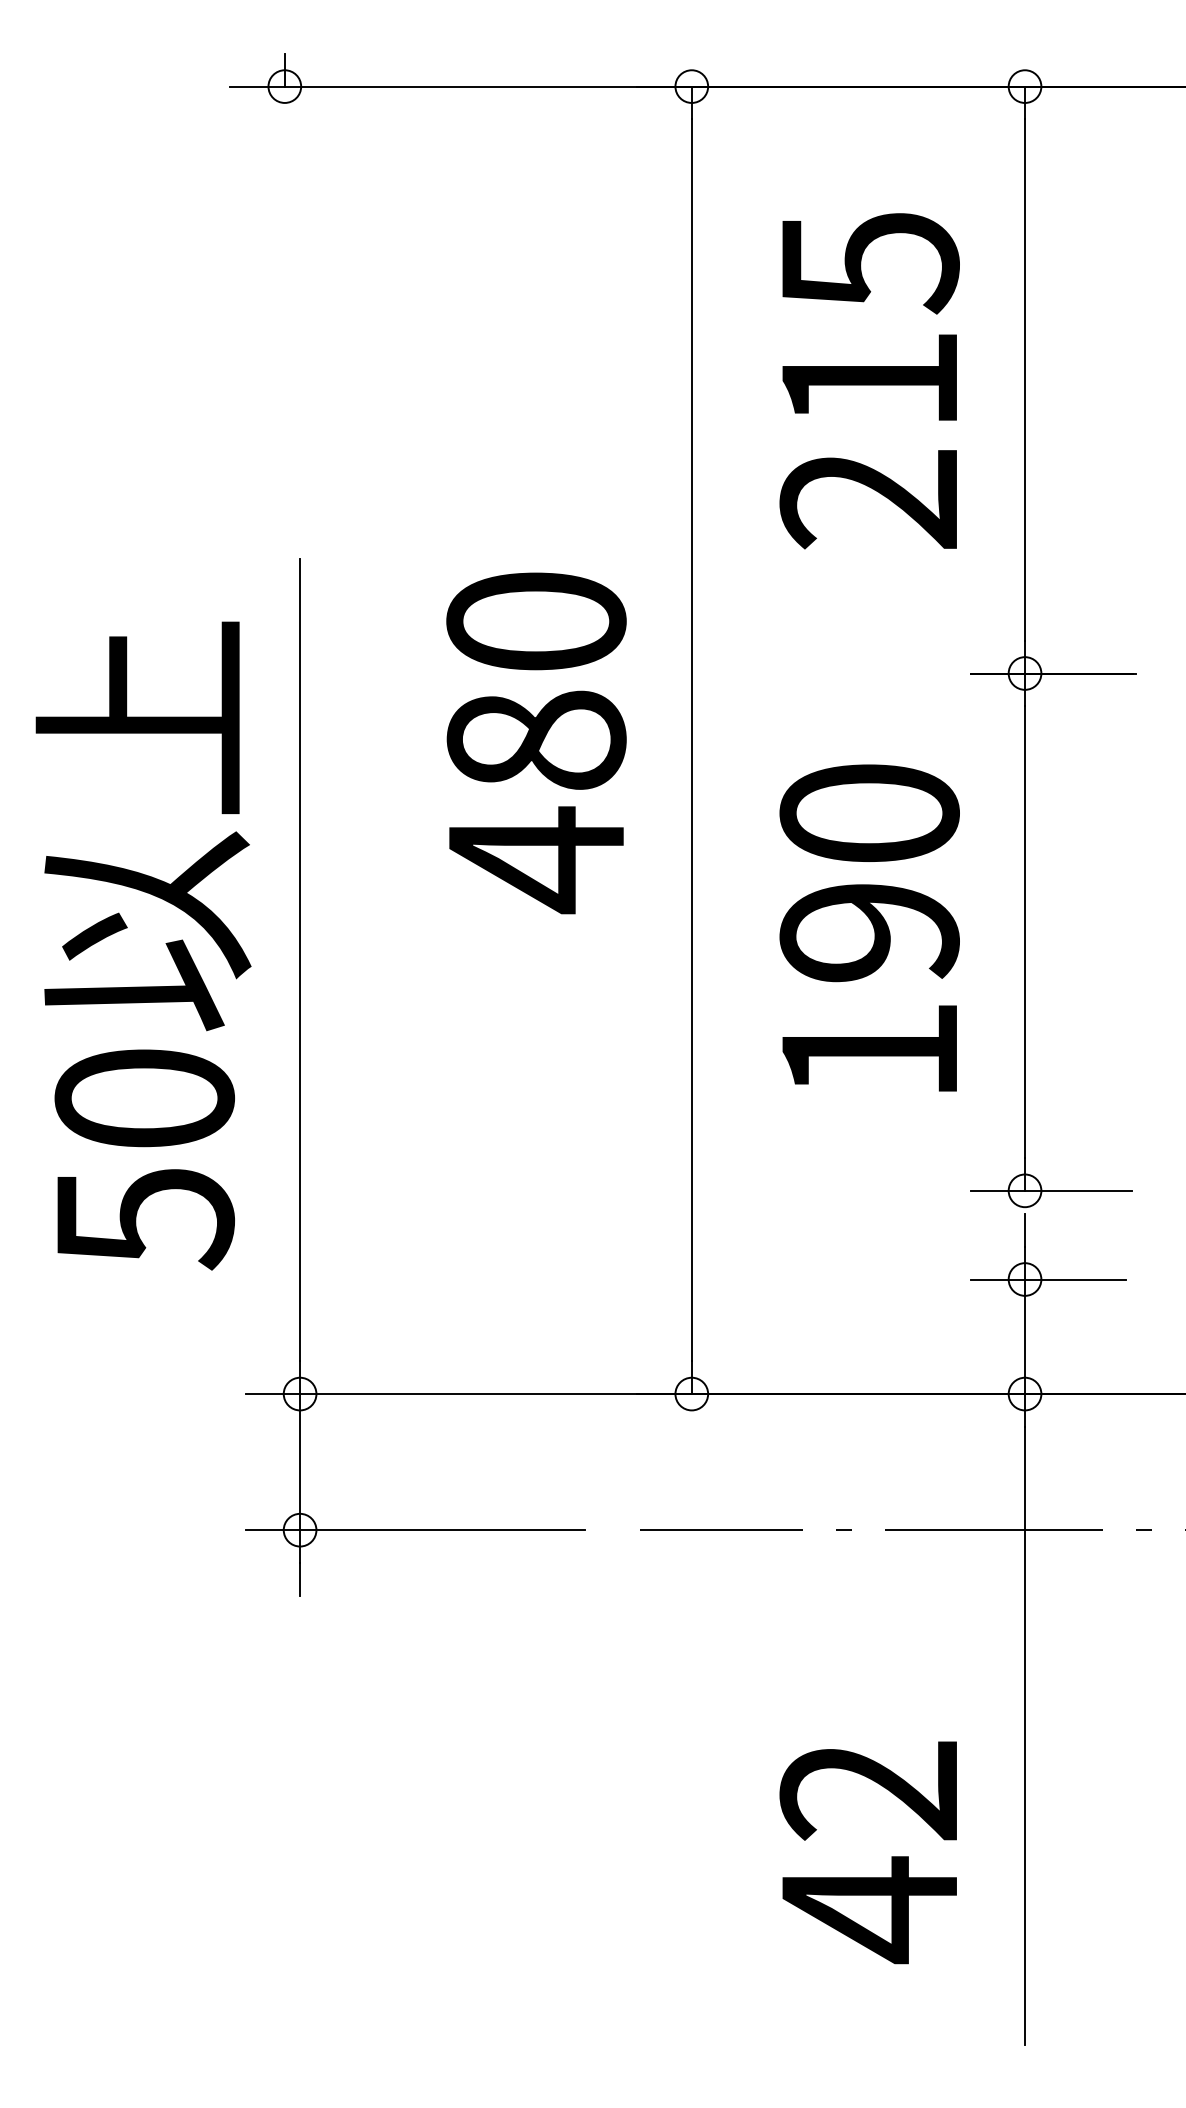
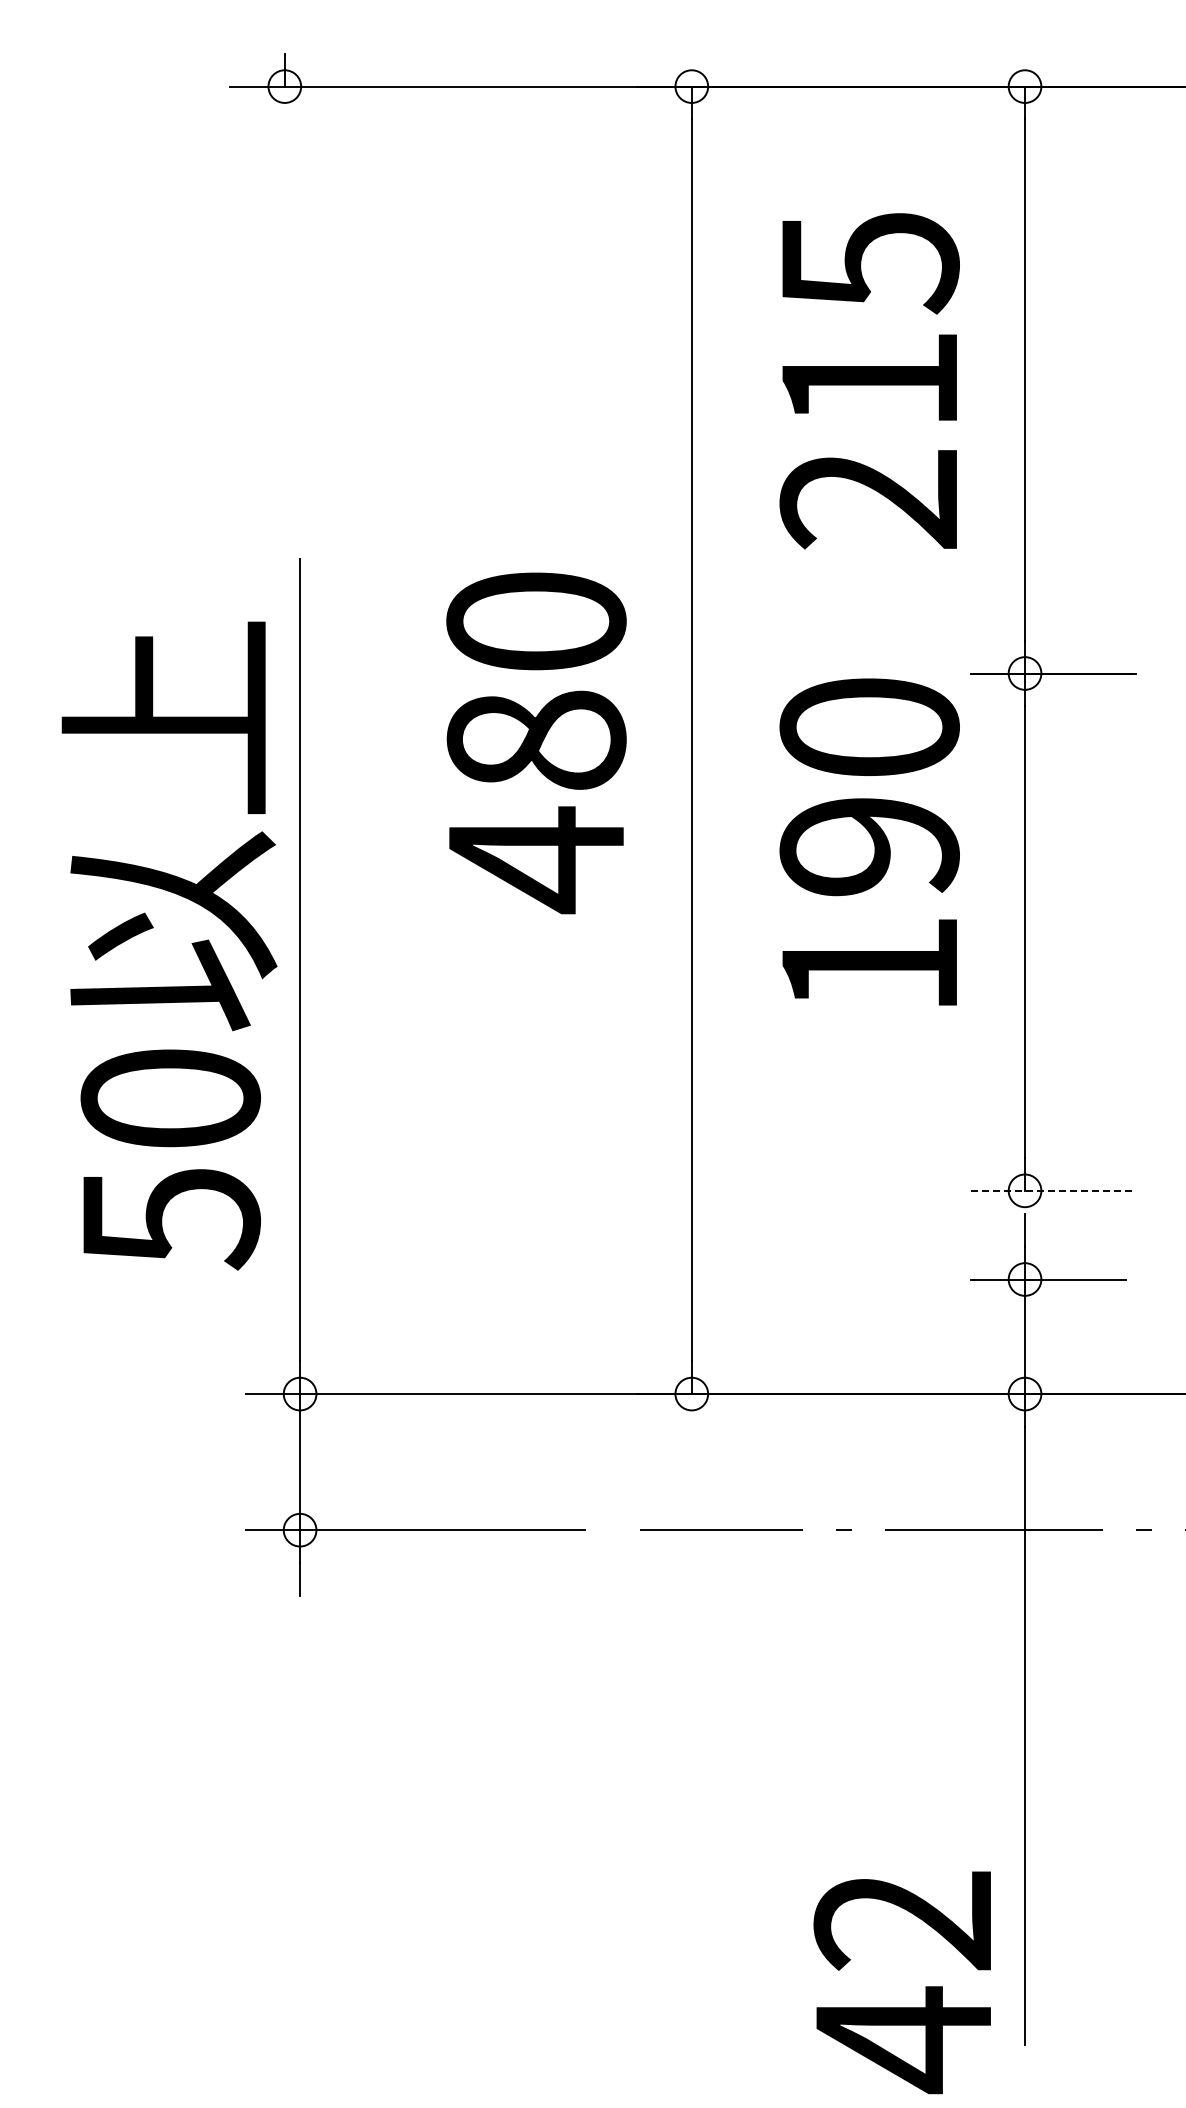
text at (869, 927) position: (869, 927) -> (869, 841)
text at (143, 945) position: (143, 945) -> (169, 945)
line at (1051, 1190): solid -> dashed
text at (867, 1852) position: (867, 1852) -> (901, 1982)
